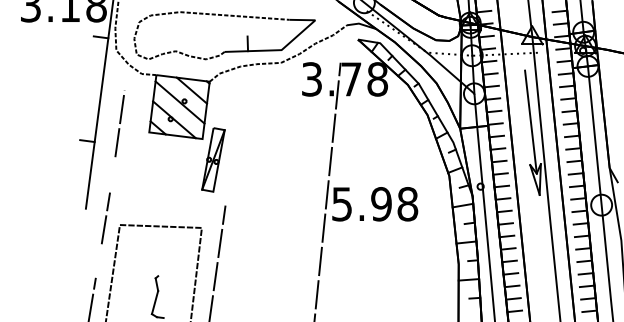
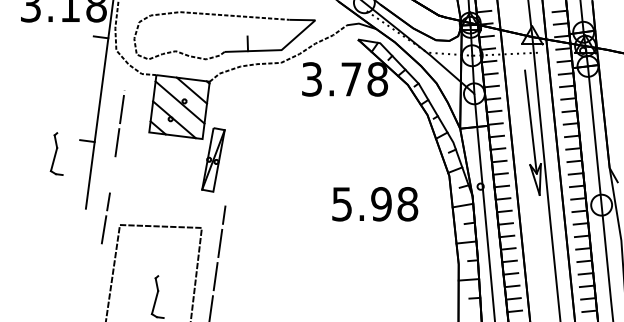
part at (56, 153): none -> present
line at (327, 190): present -> none
line at (92, 297): present -> none
